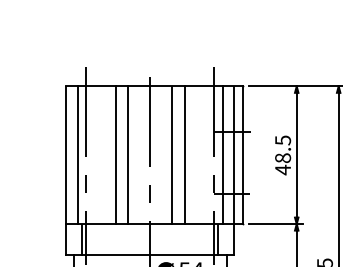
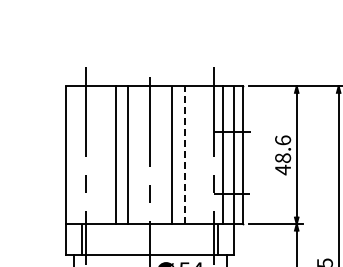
text at (283, 140): 48.5 -> 48.6
line at (77, 155): present -> none
line at (184, 155): solid -> dashed
